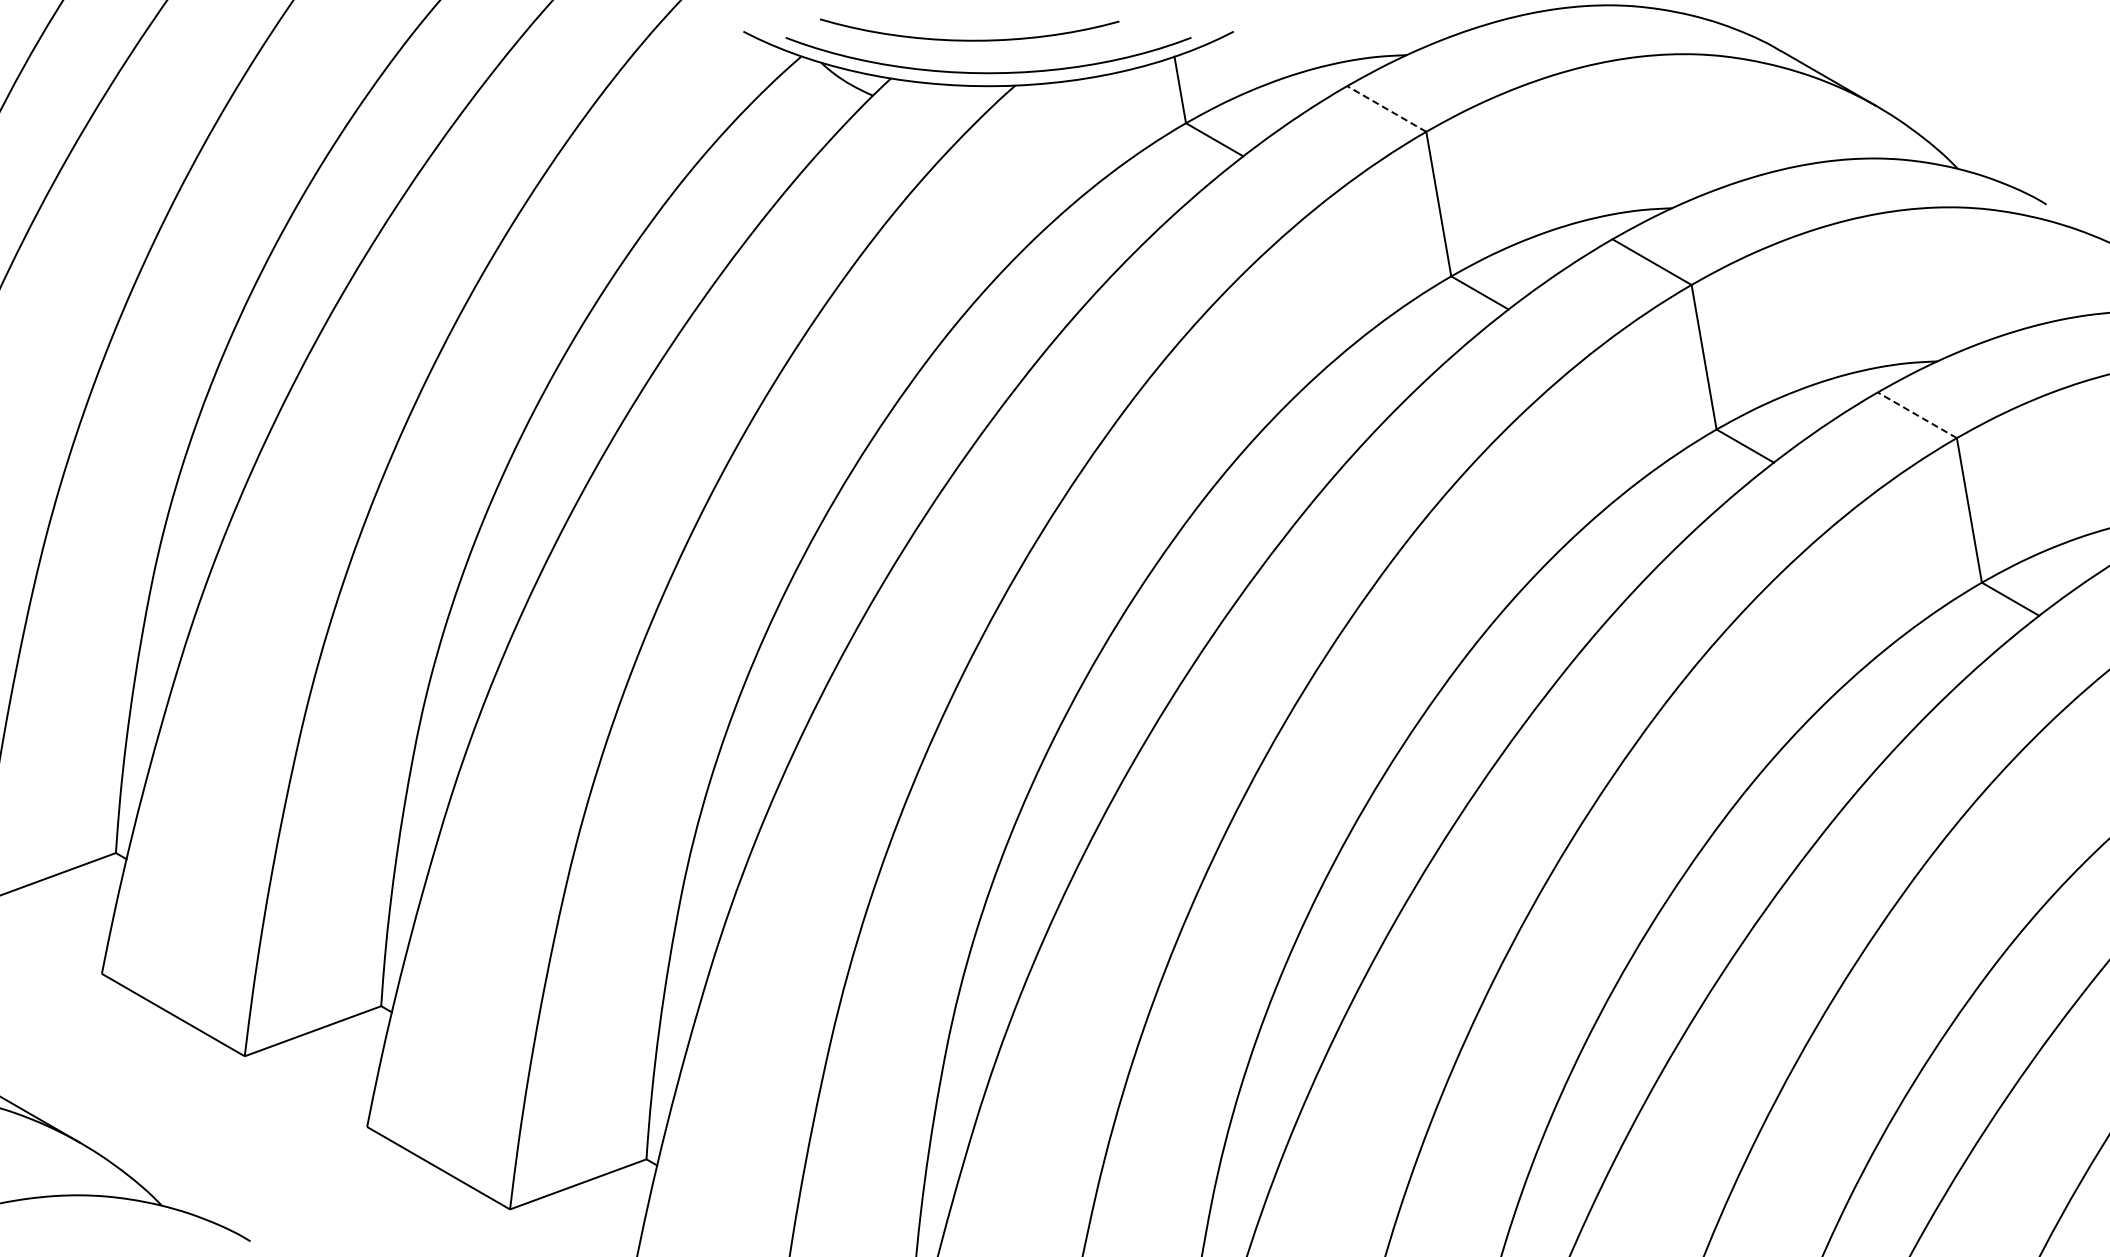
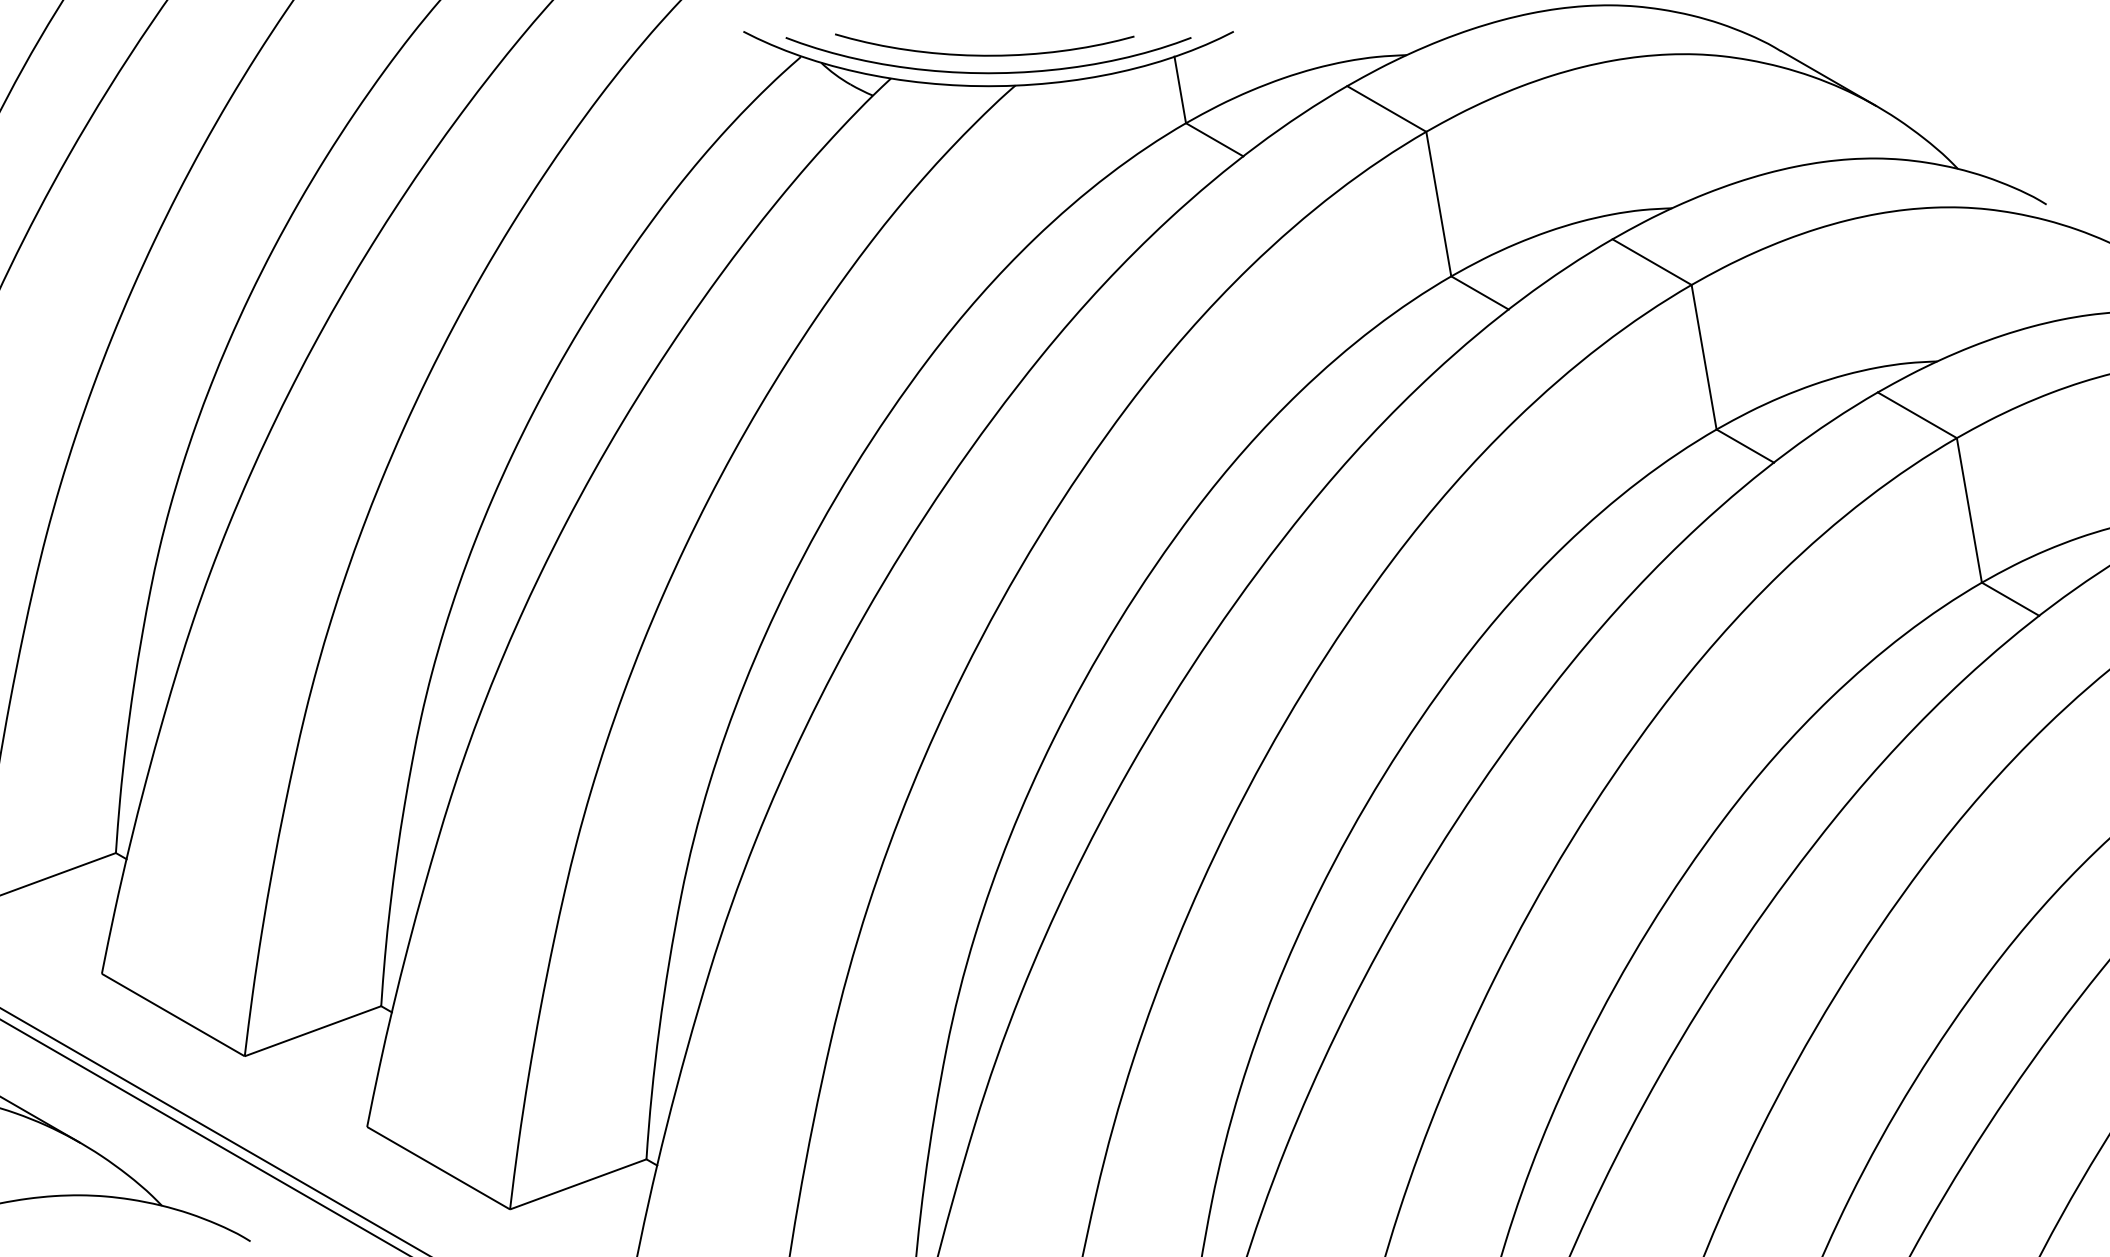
curve at (969, 39) position: (969, 39) -> (984, 54)
line at (1386, 108): dashed -> solid
line at (1917, 415): dashed -> solid
line at (213, 1131): none -> present
line at (203, 1136): none -> present
